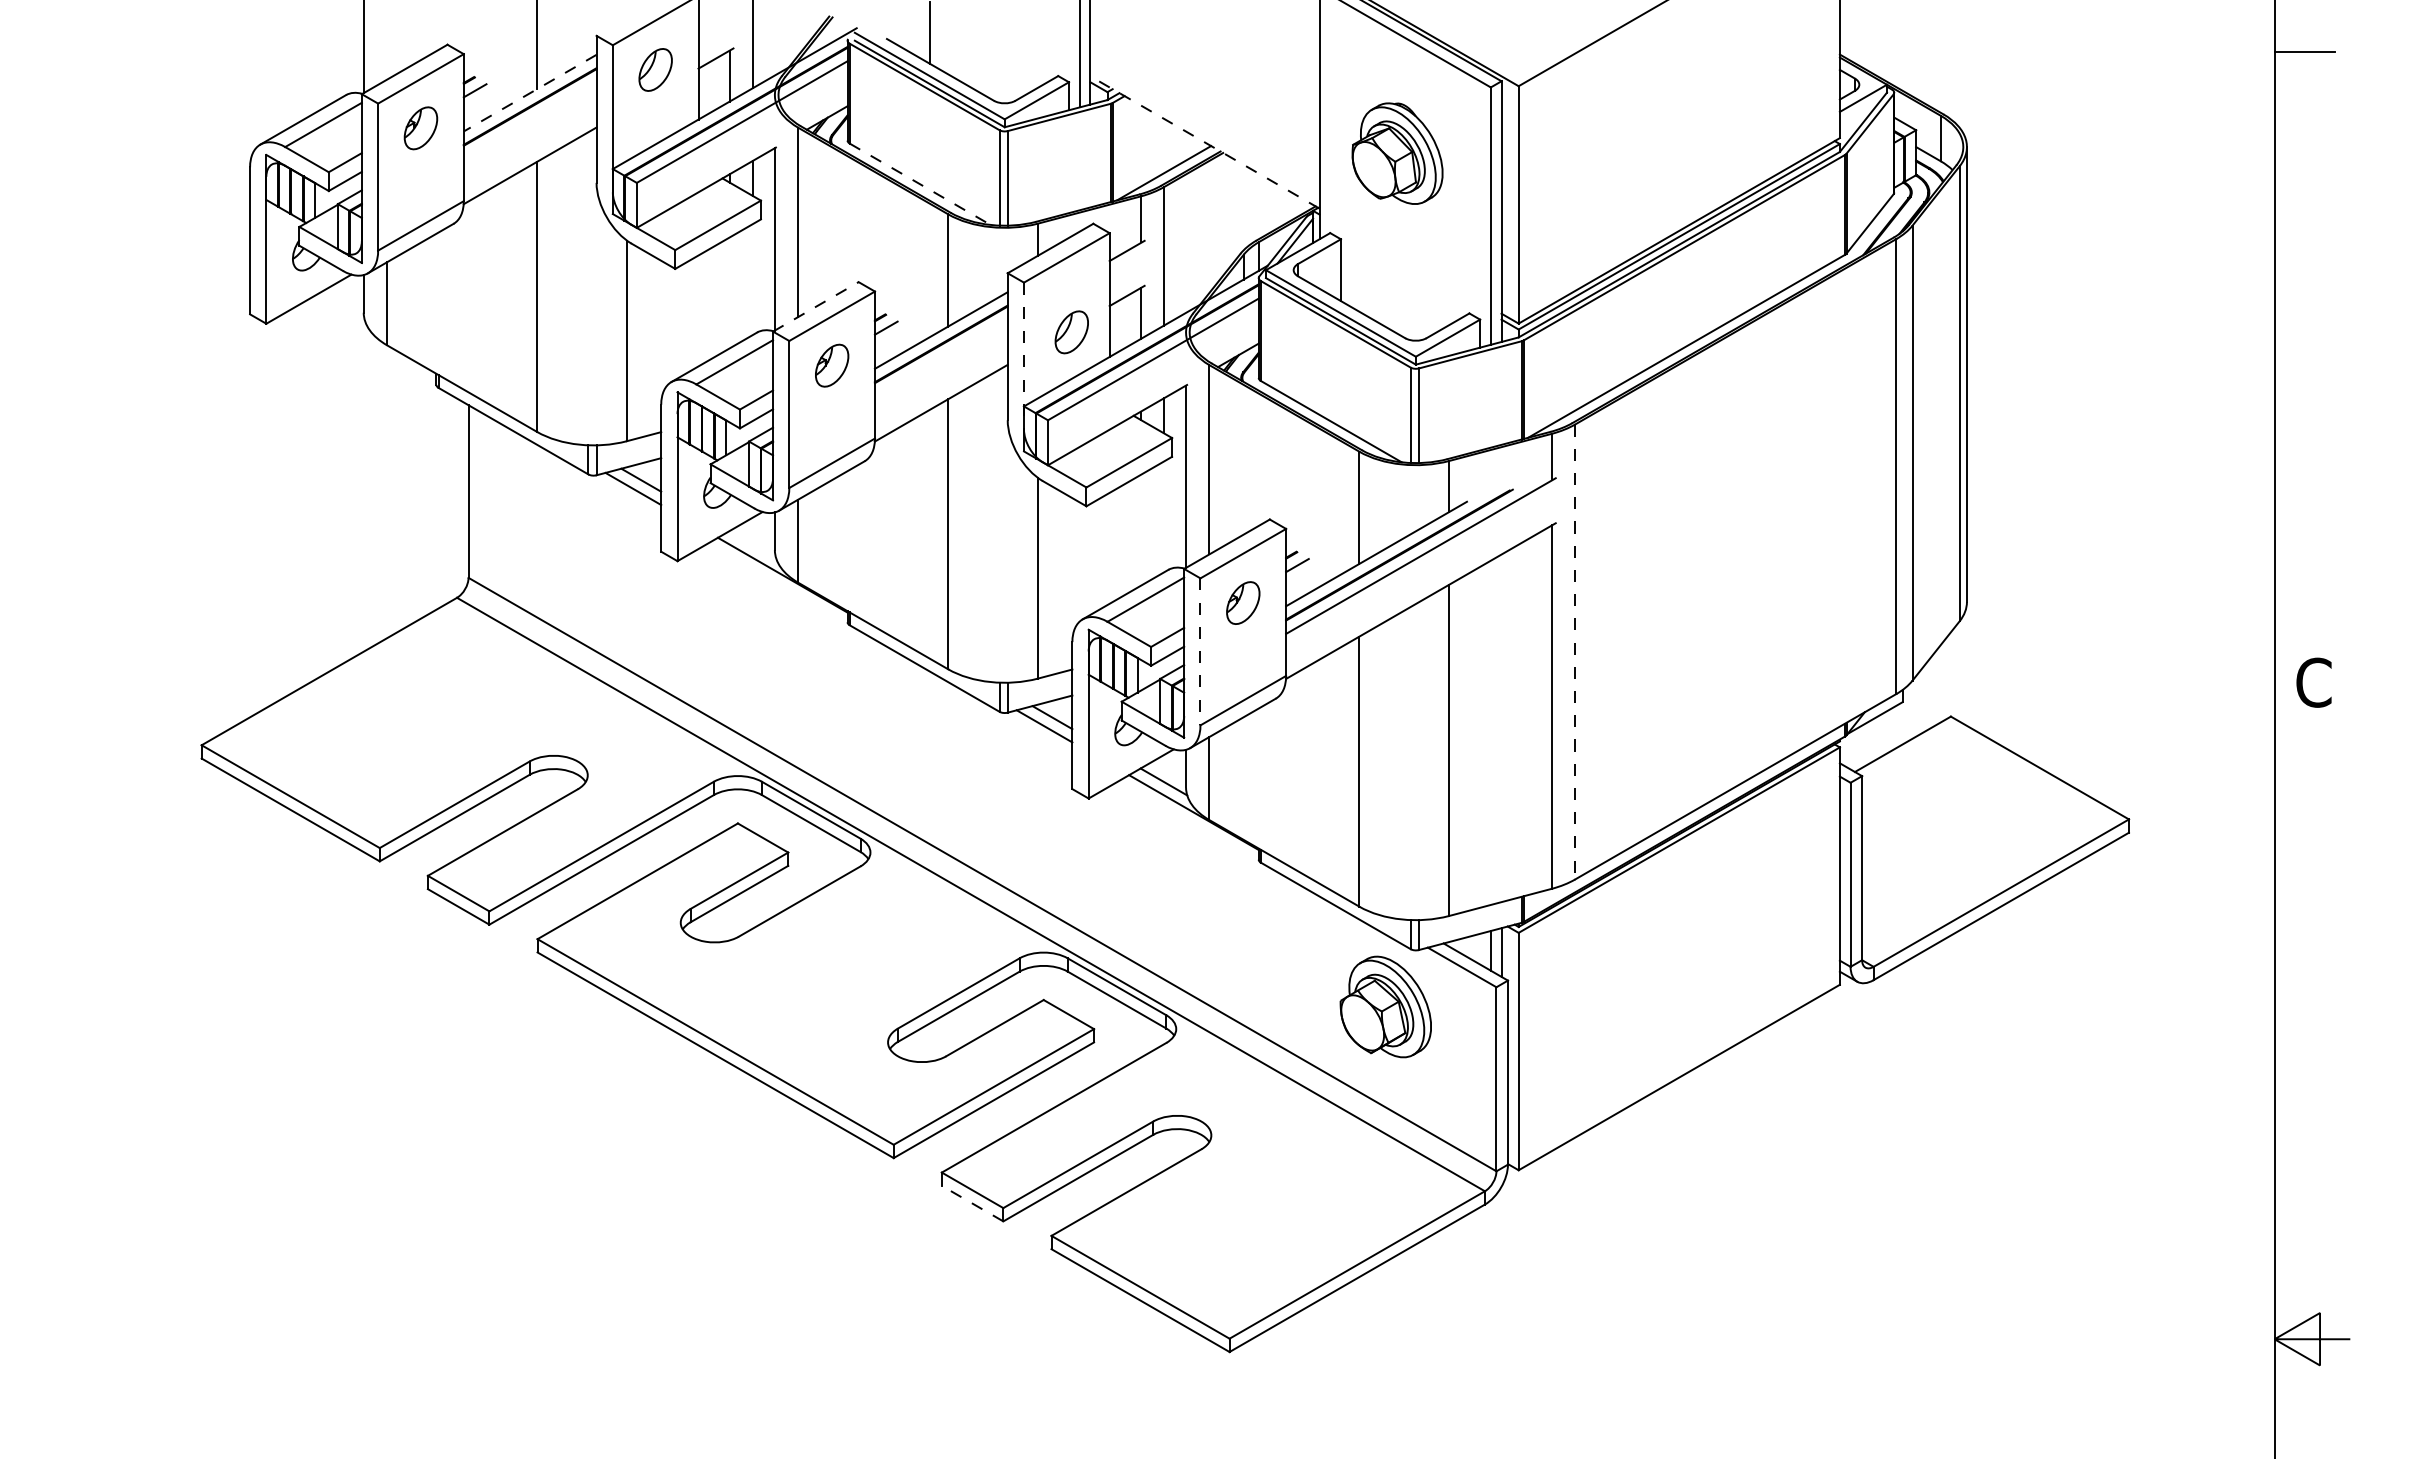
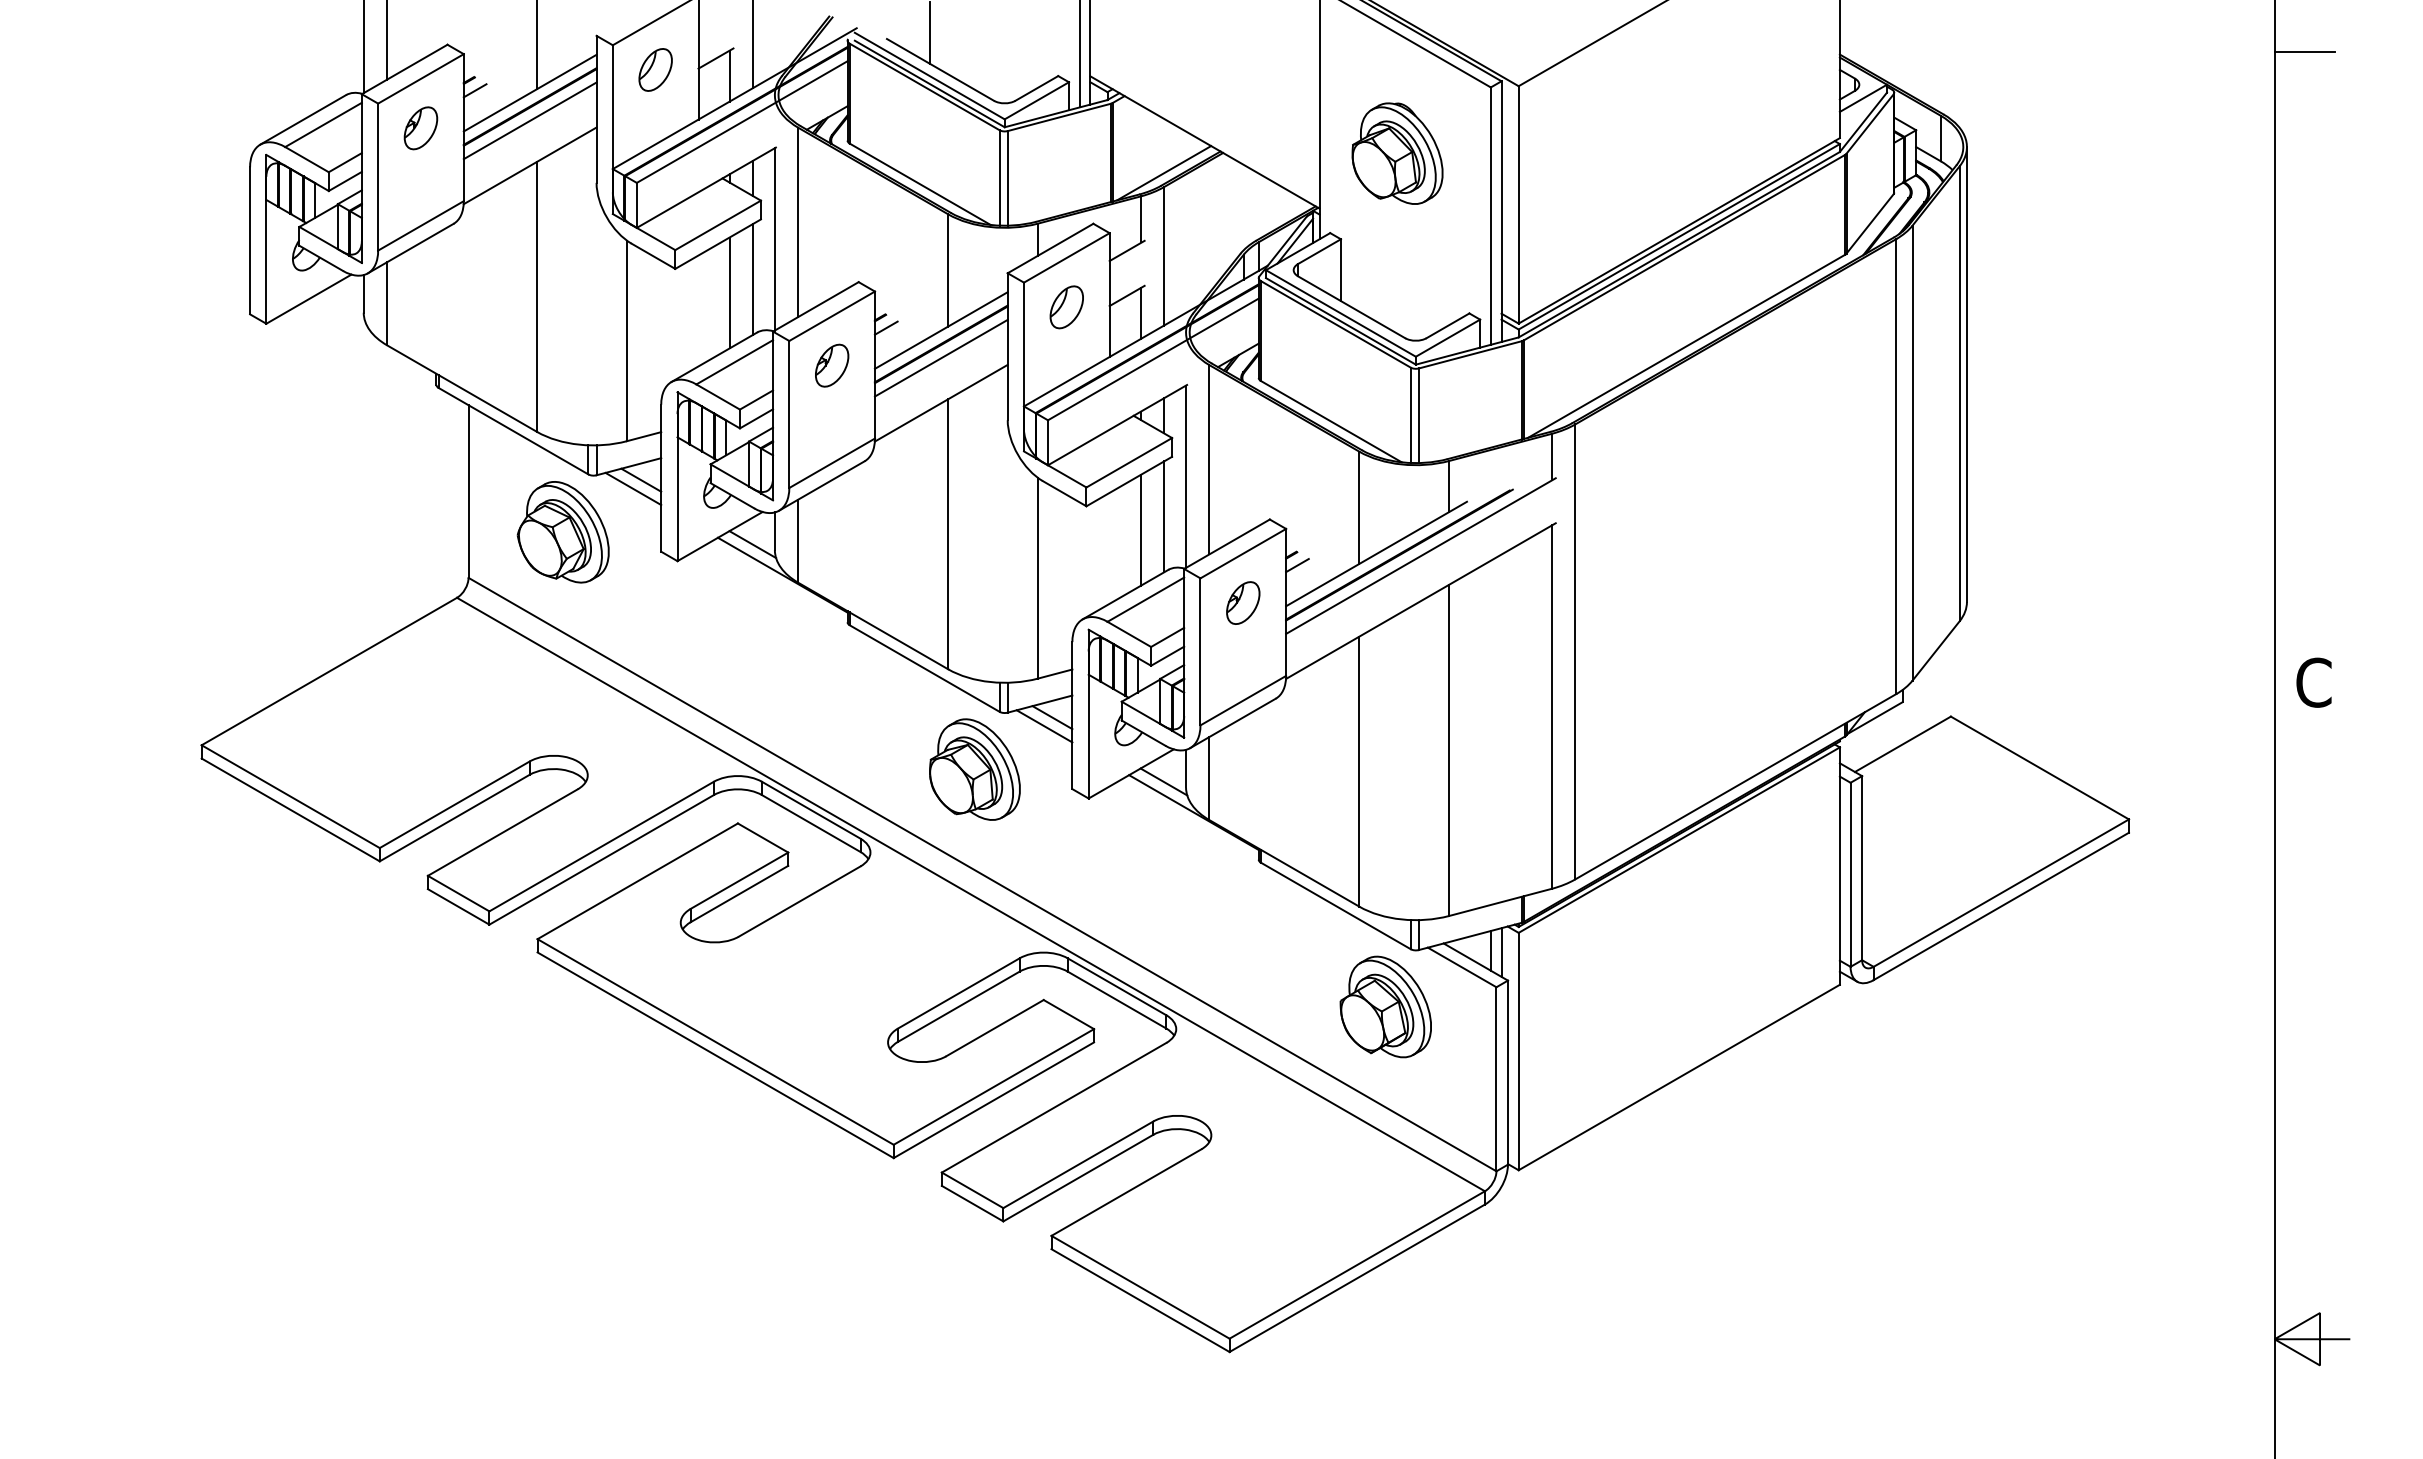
line at (387, 40): none -> present
line at (530, 93): dashed -> solid
line at (529, 120): none -> present
line at (1204, 142): dashed -> solid
line at (920, 184): dashed -> solid
line at (752, 279): none -> present
line at (729, 292): none -> present
line at (816, 306): dashed -> solid
part at (1071, 332) position: (1071, 332) -> (1066, 307)
line at (1024, 356): dashed -> solid
line at (940, 357): none -> present
line at (1164, 516): none -> present
line at (1140, 529): none -> present
part at (562, 532): none -> present
line at (752, 544): none -> present
line at (1200, 651): dashed -> solid
line at (1575, 652): dashed -> solid
part at (974, 769): none -> present
line at (972, 1203): dashed -> solid
